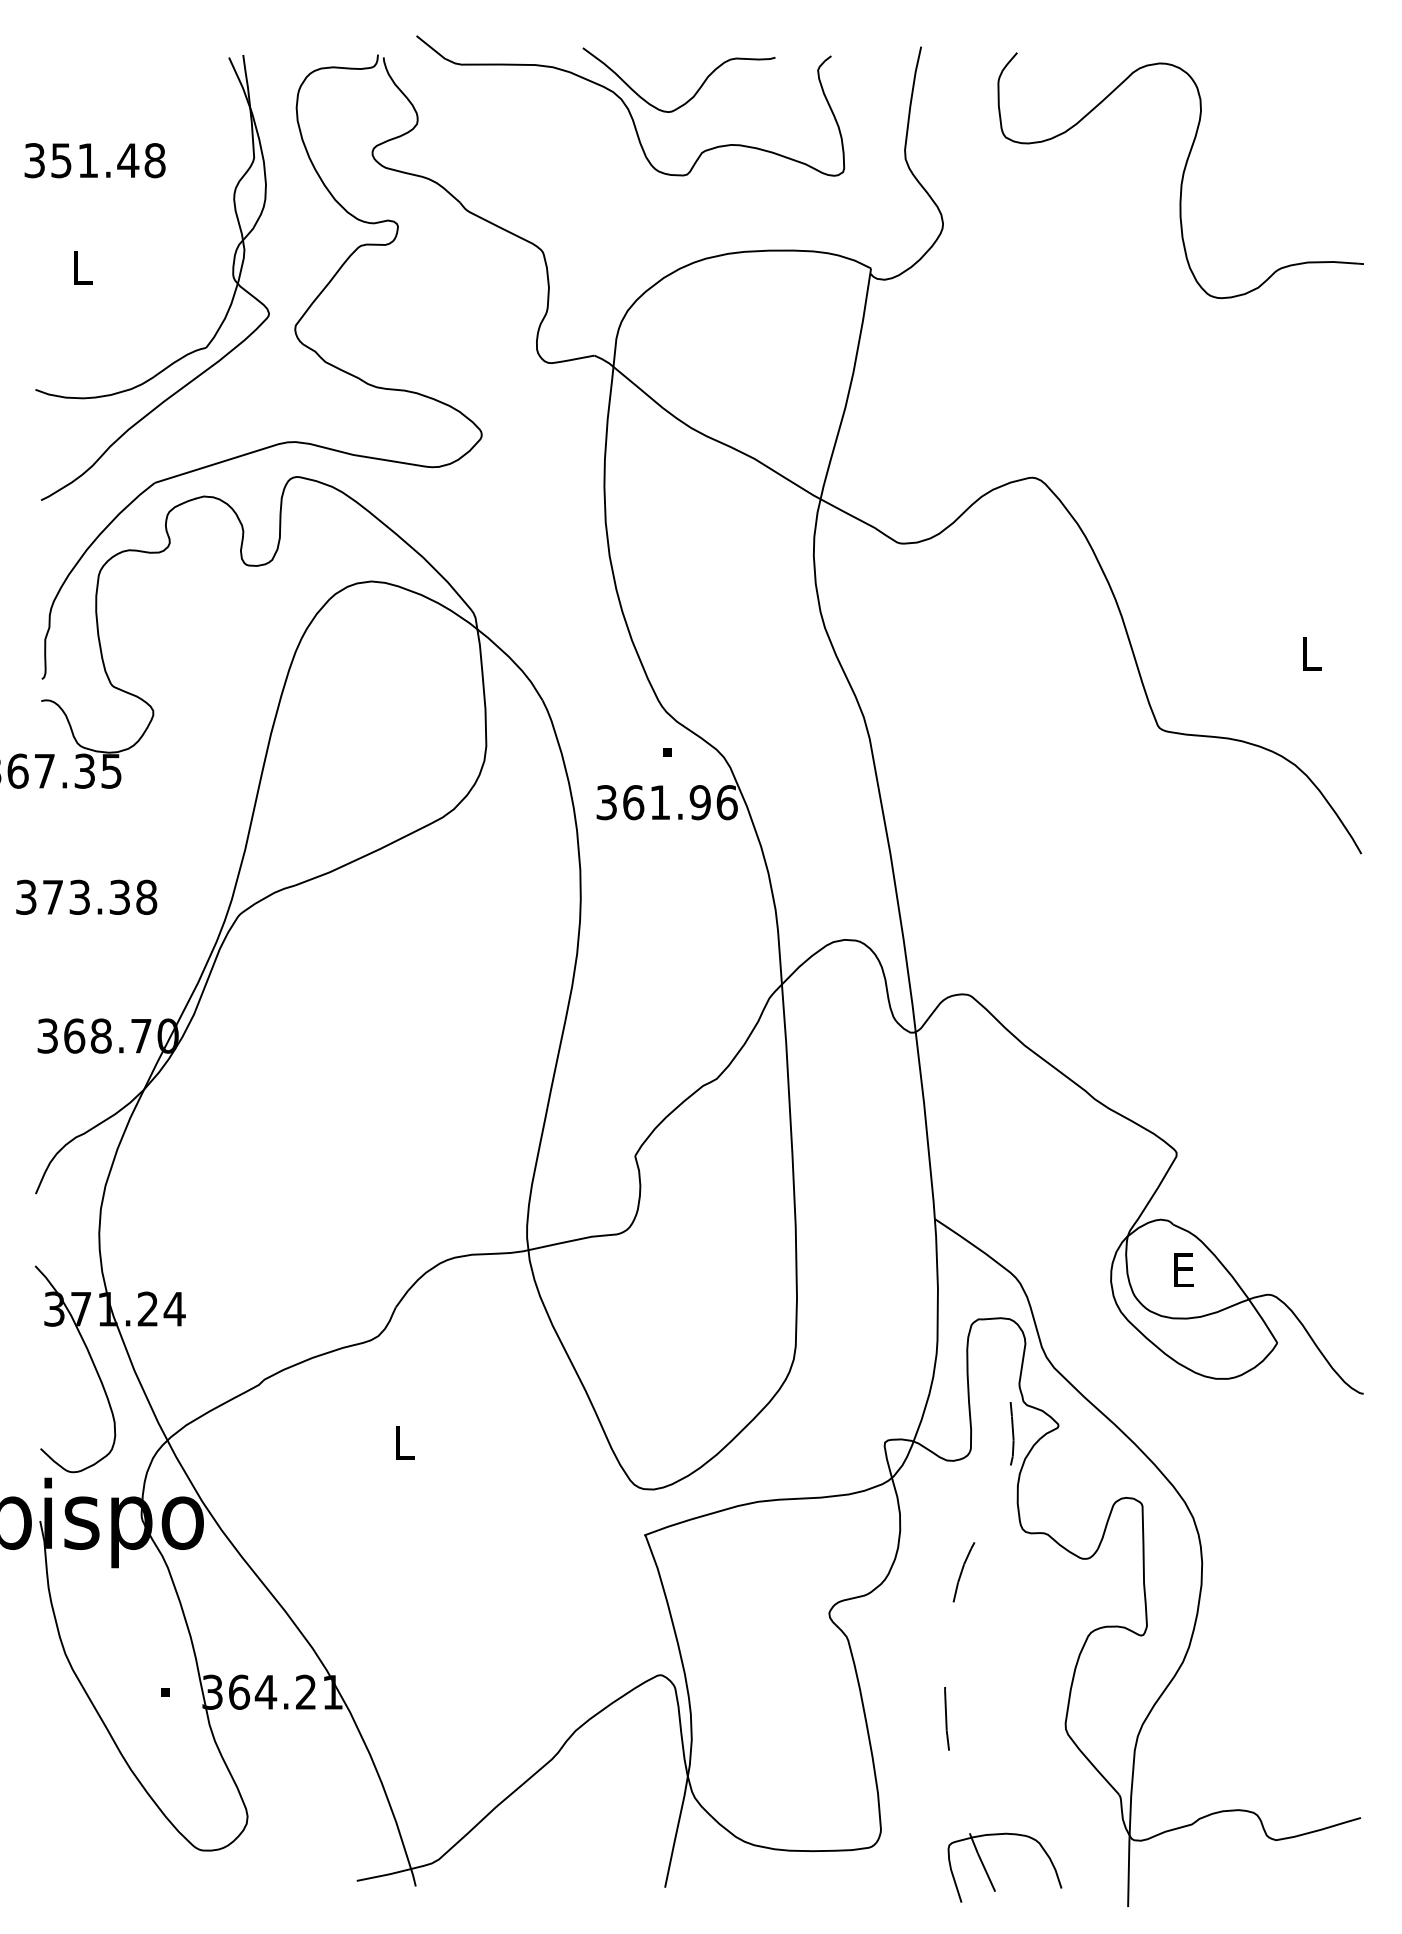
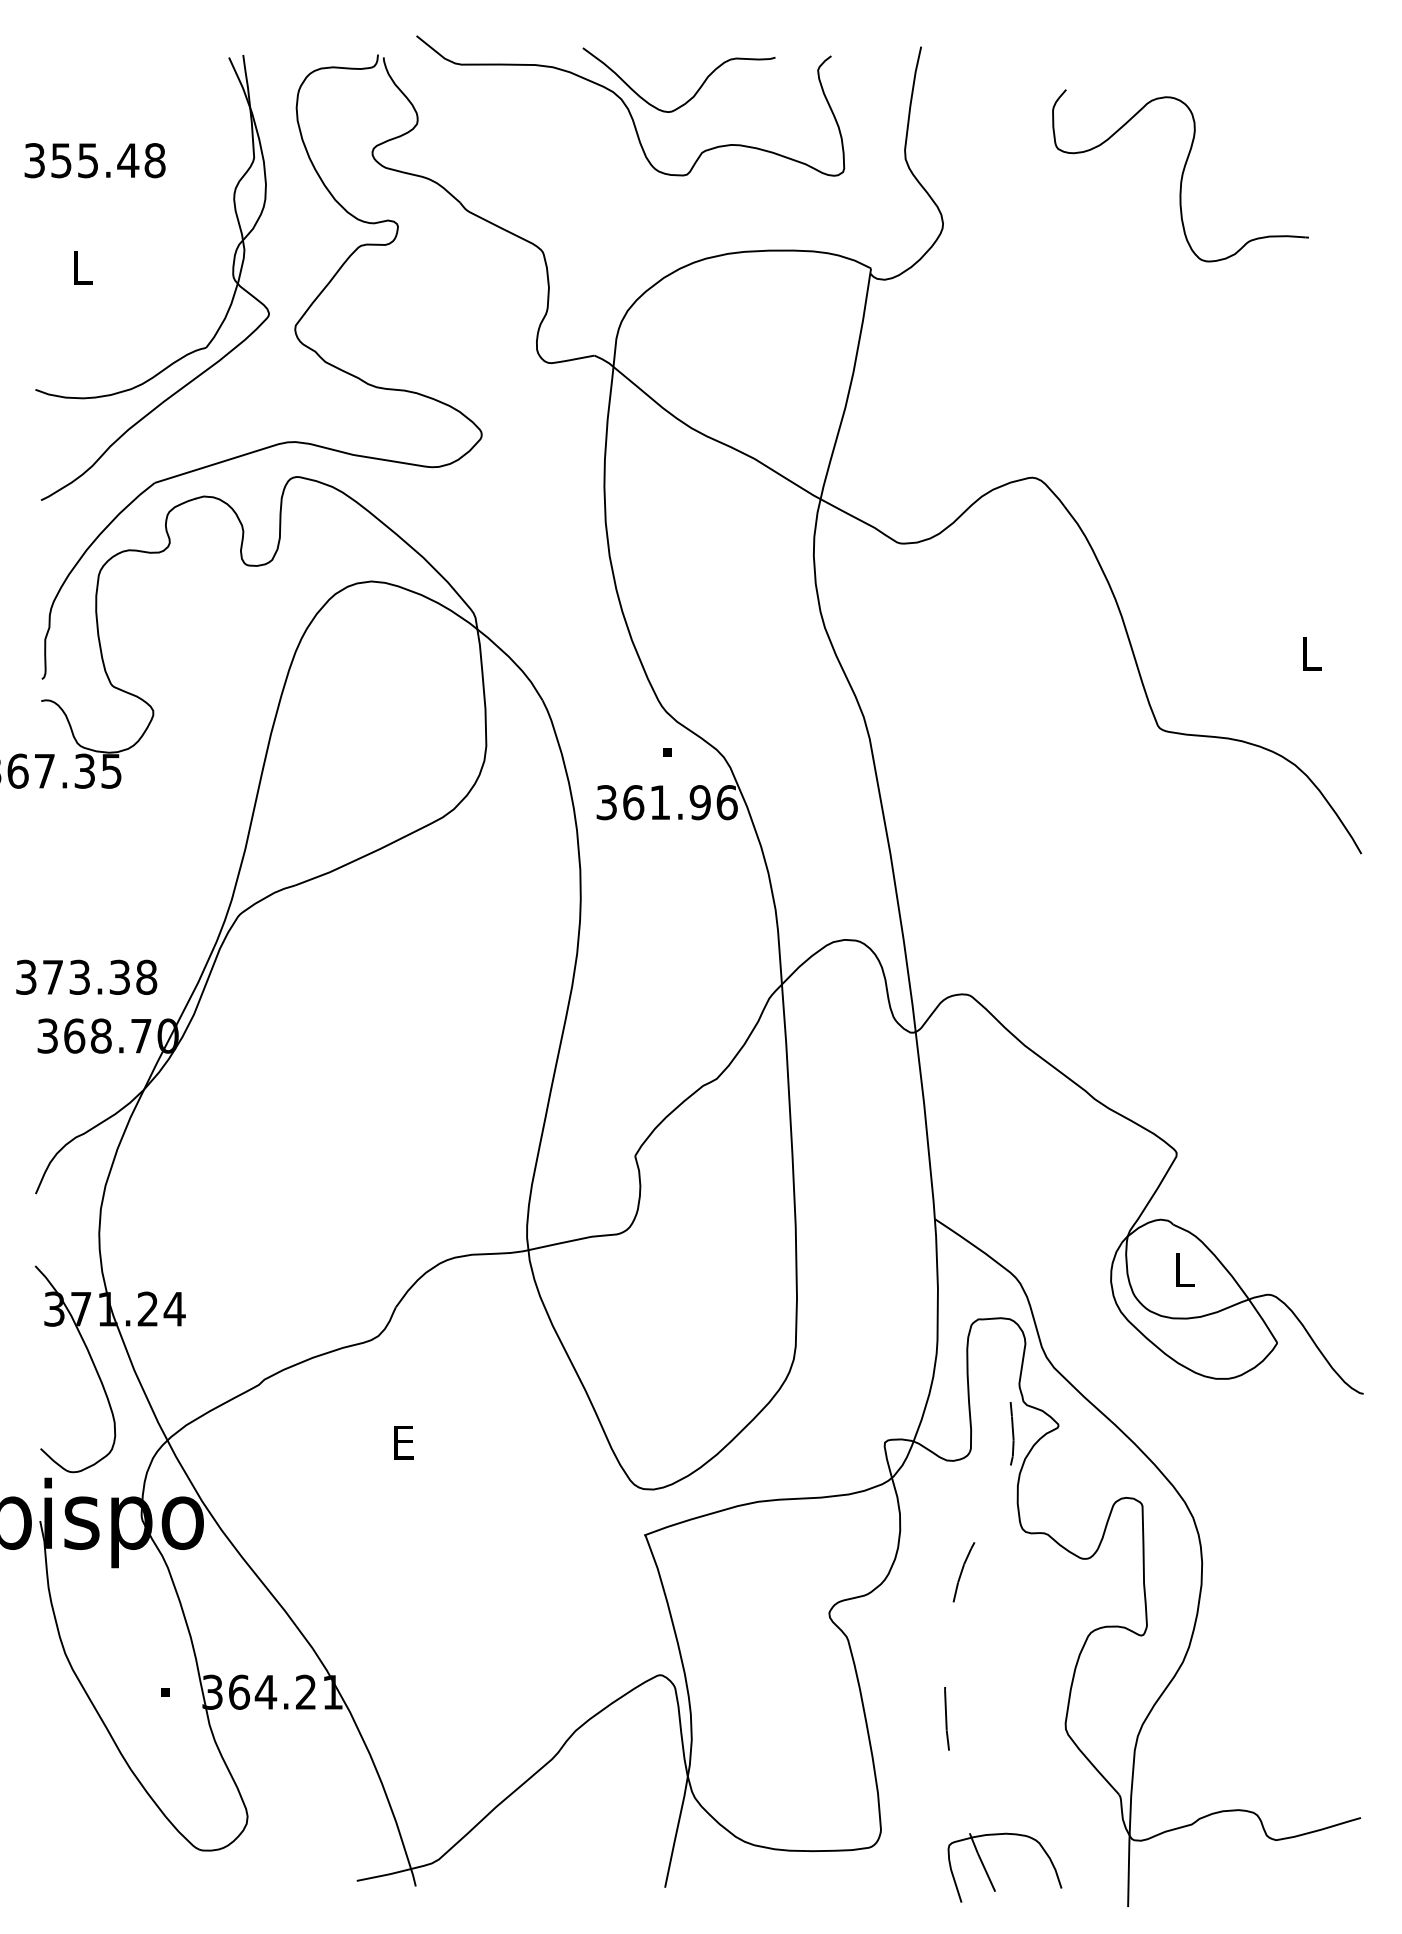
text at (87, 160): 351.48 -> 355.48
part at (1180, 175) size: 367x248 px -> 257x174 px
text at (86, 896) position: (86, 896) -> (86, 976)
text at (1184, 1269): E -> L
text at (404, 1442): L -> E
